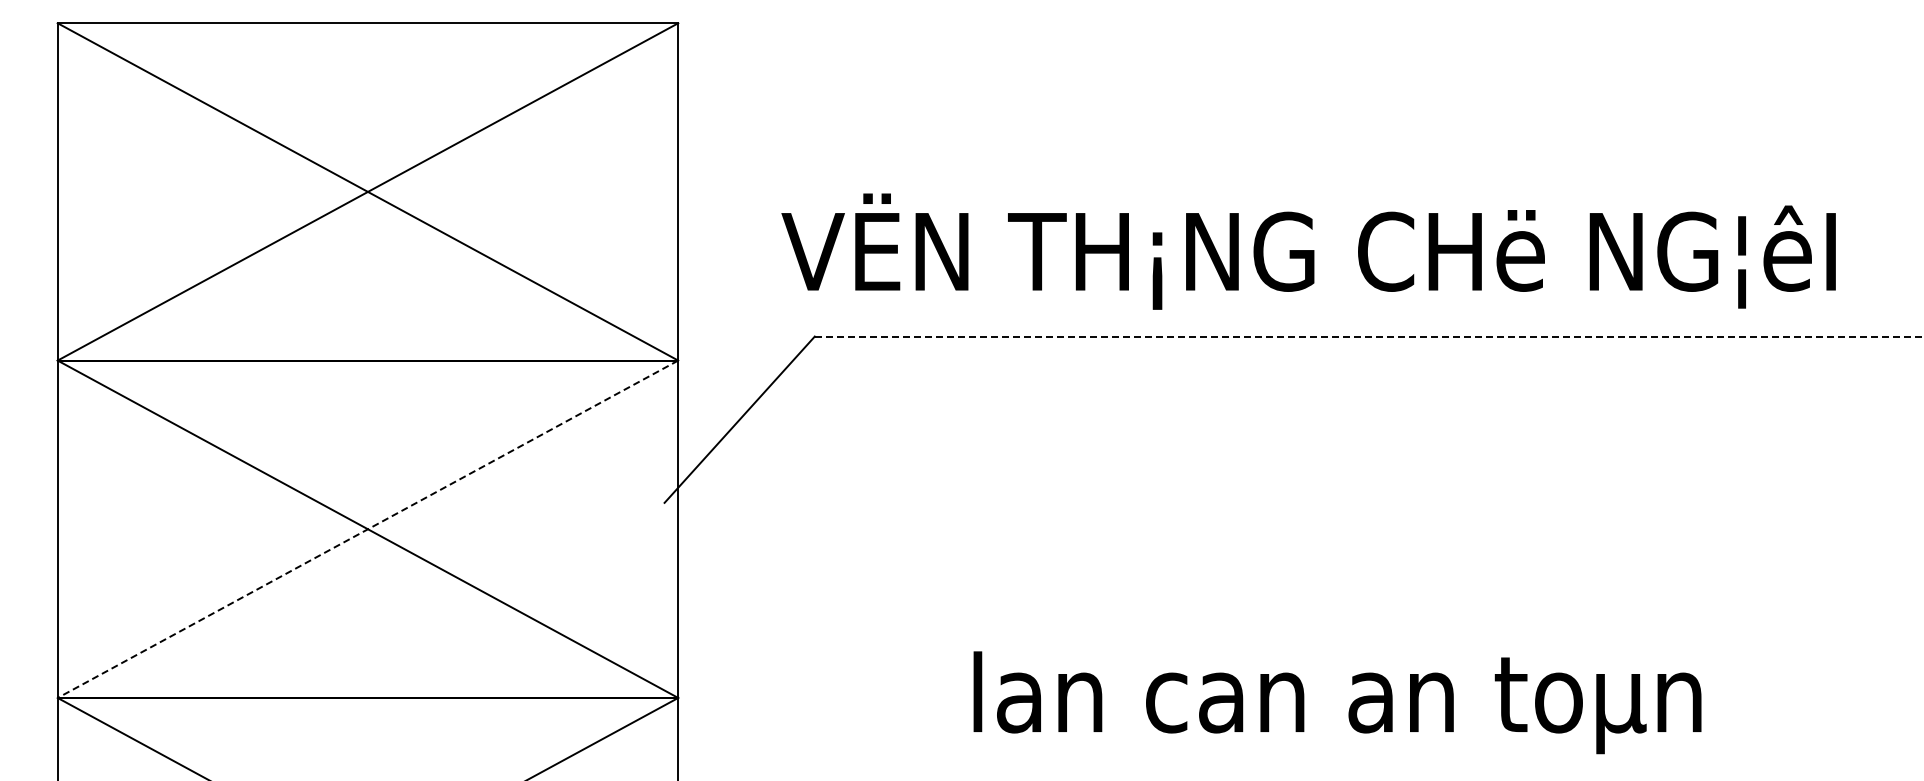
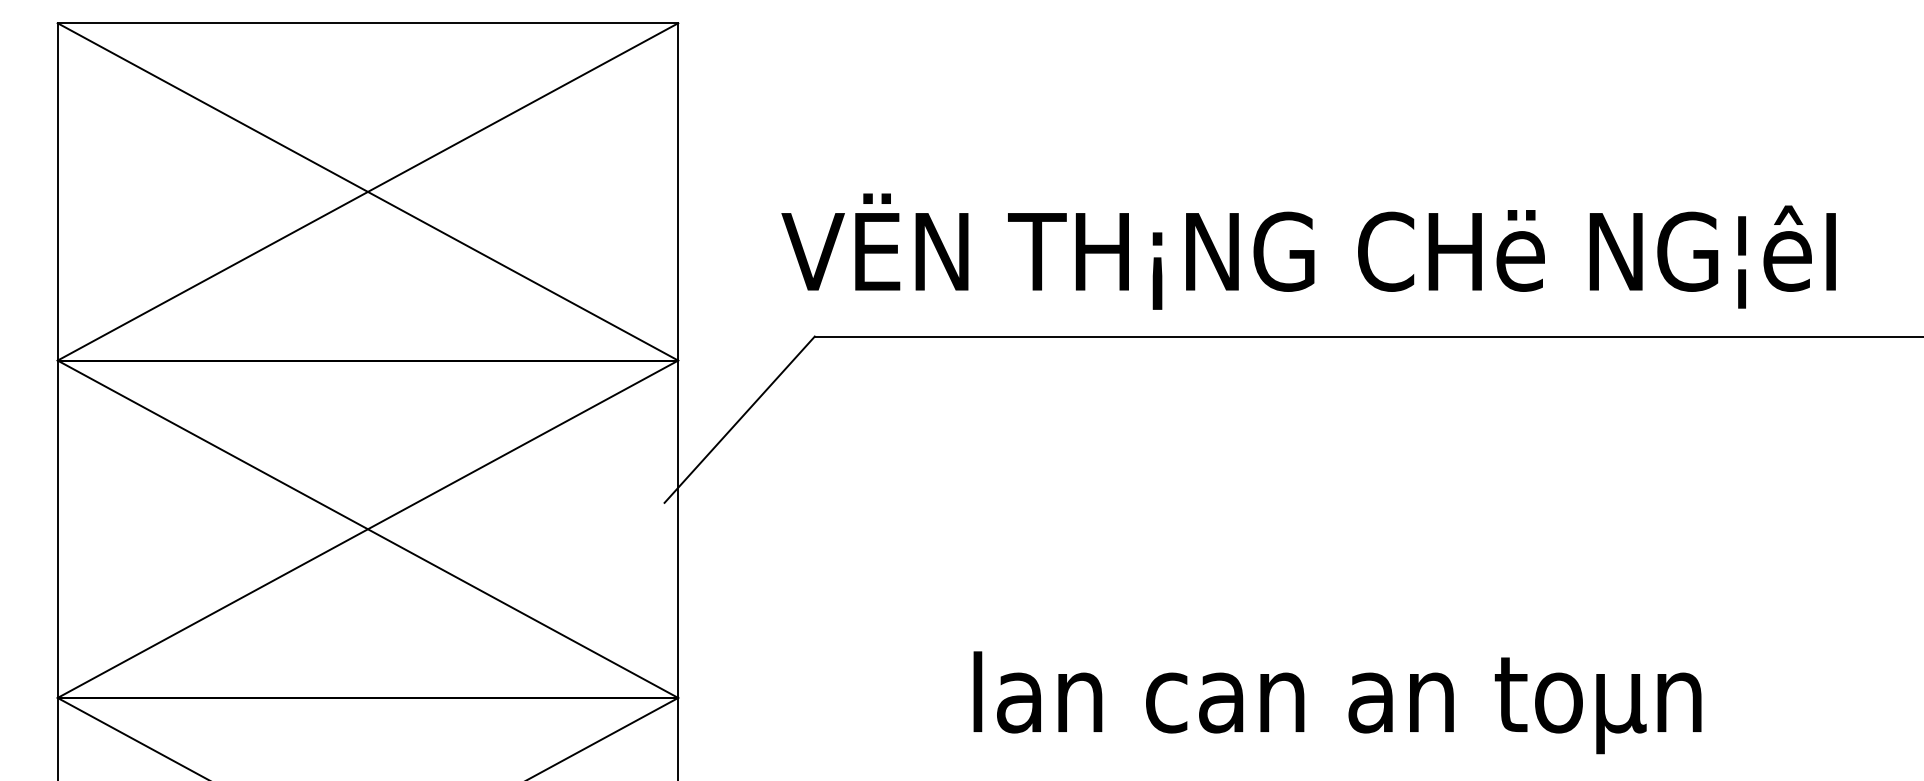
line at (1369, 336): dashed -> solid
line at (367, 529): dashed -> solid
